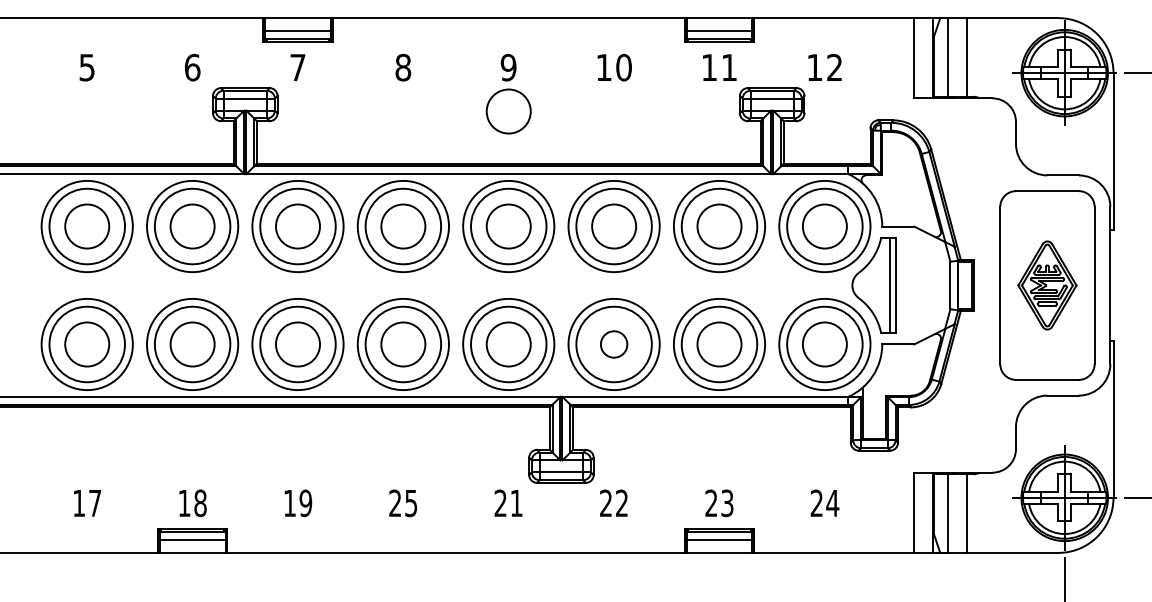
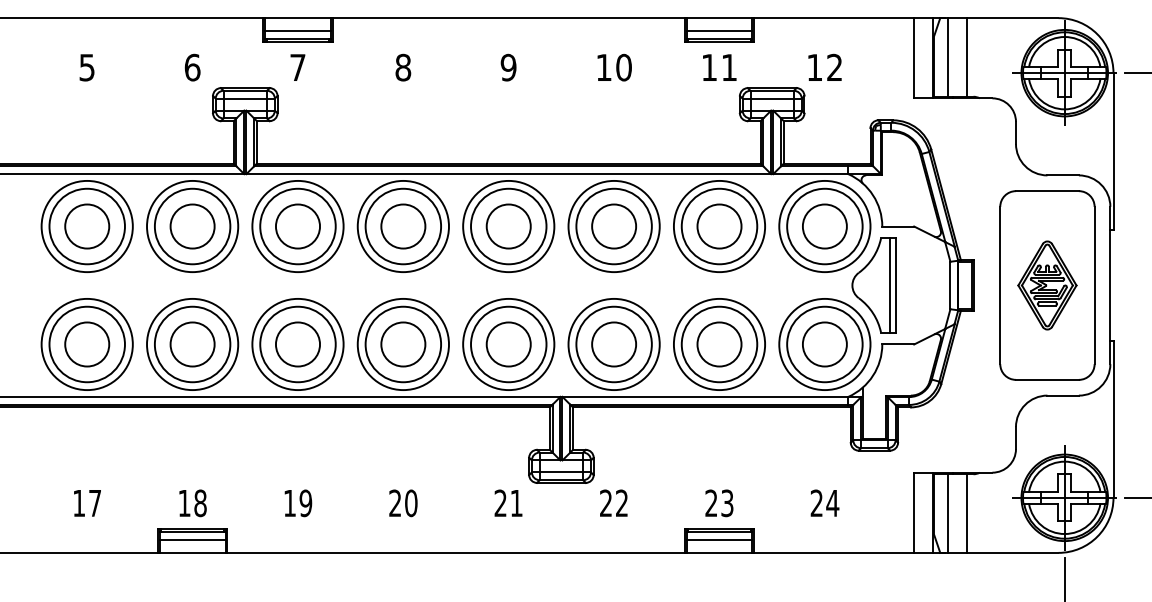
circle at (508, 111): present -> none
circle at (613, 344) diameter: 26 px -> 44 px
text at (411, 503): 25 -> 20
